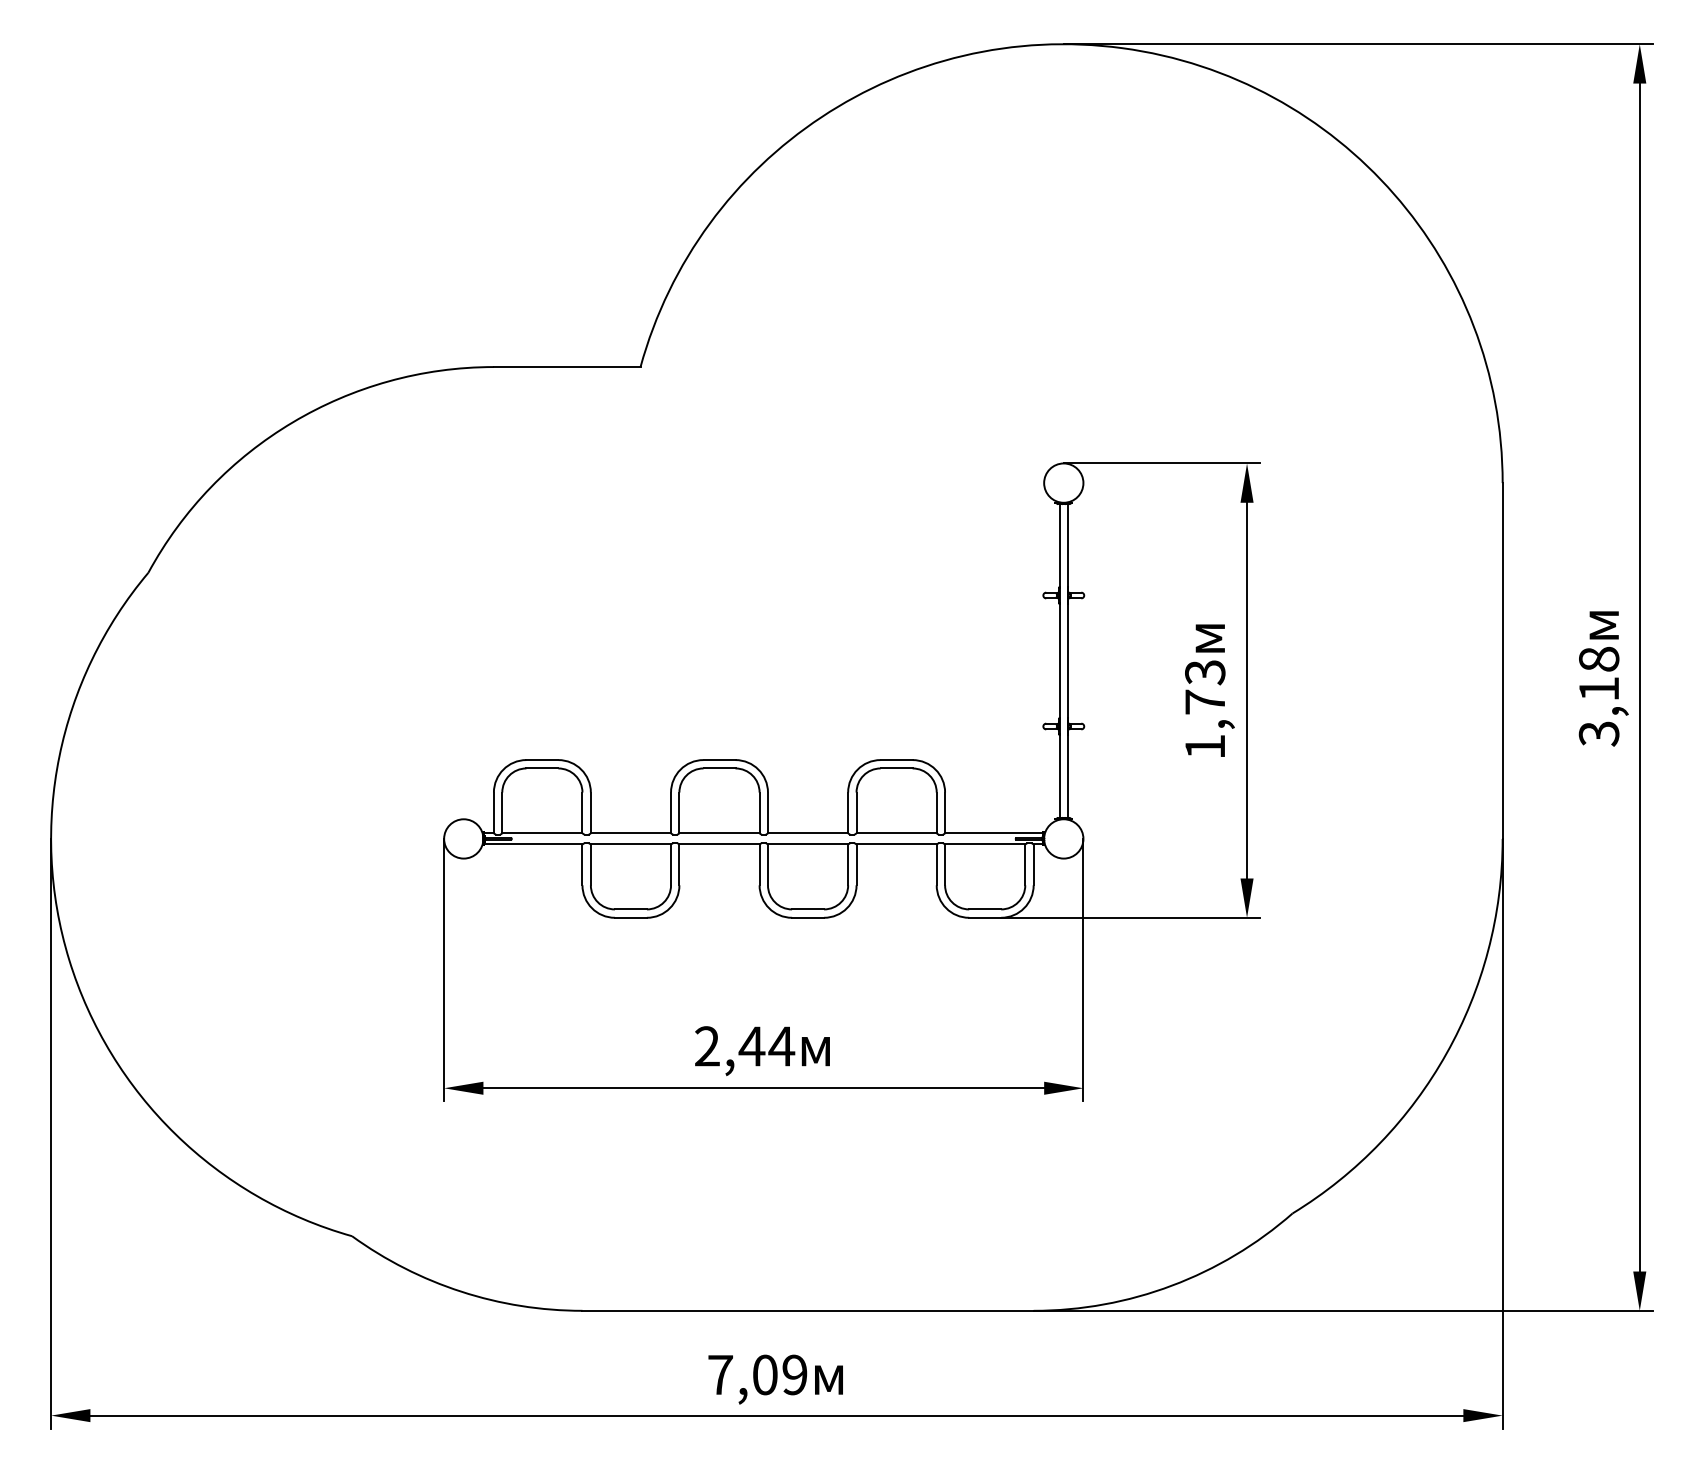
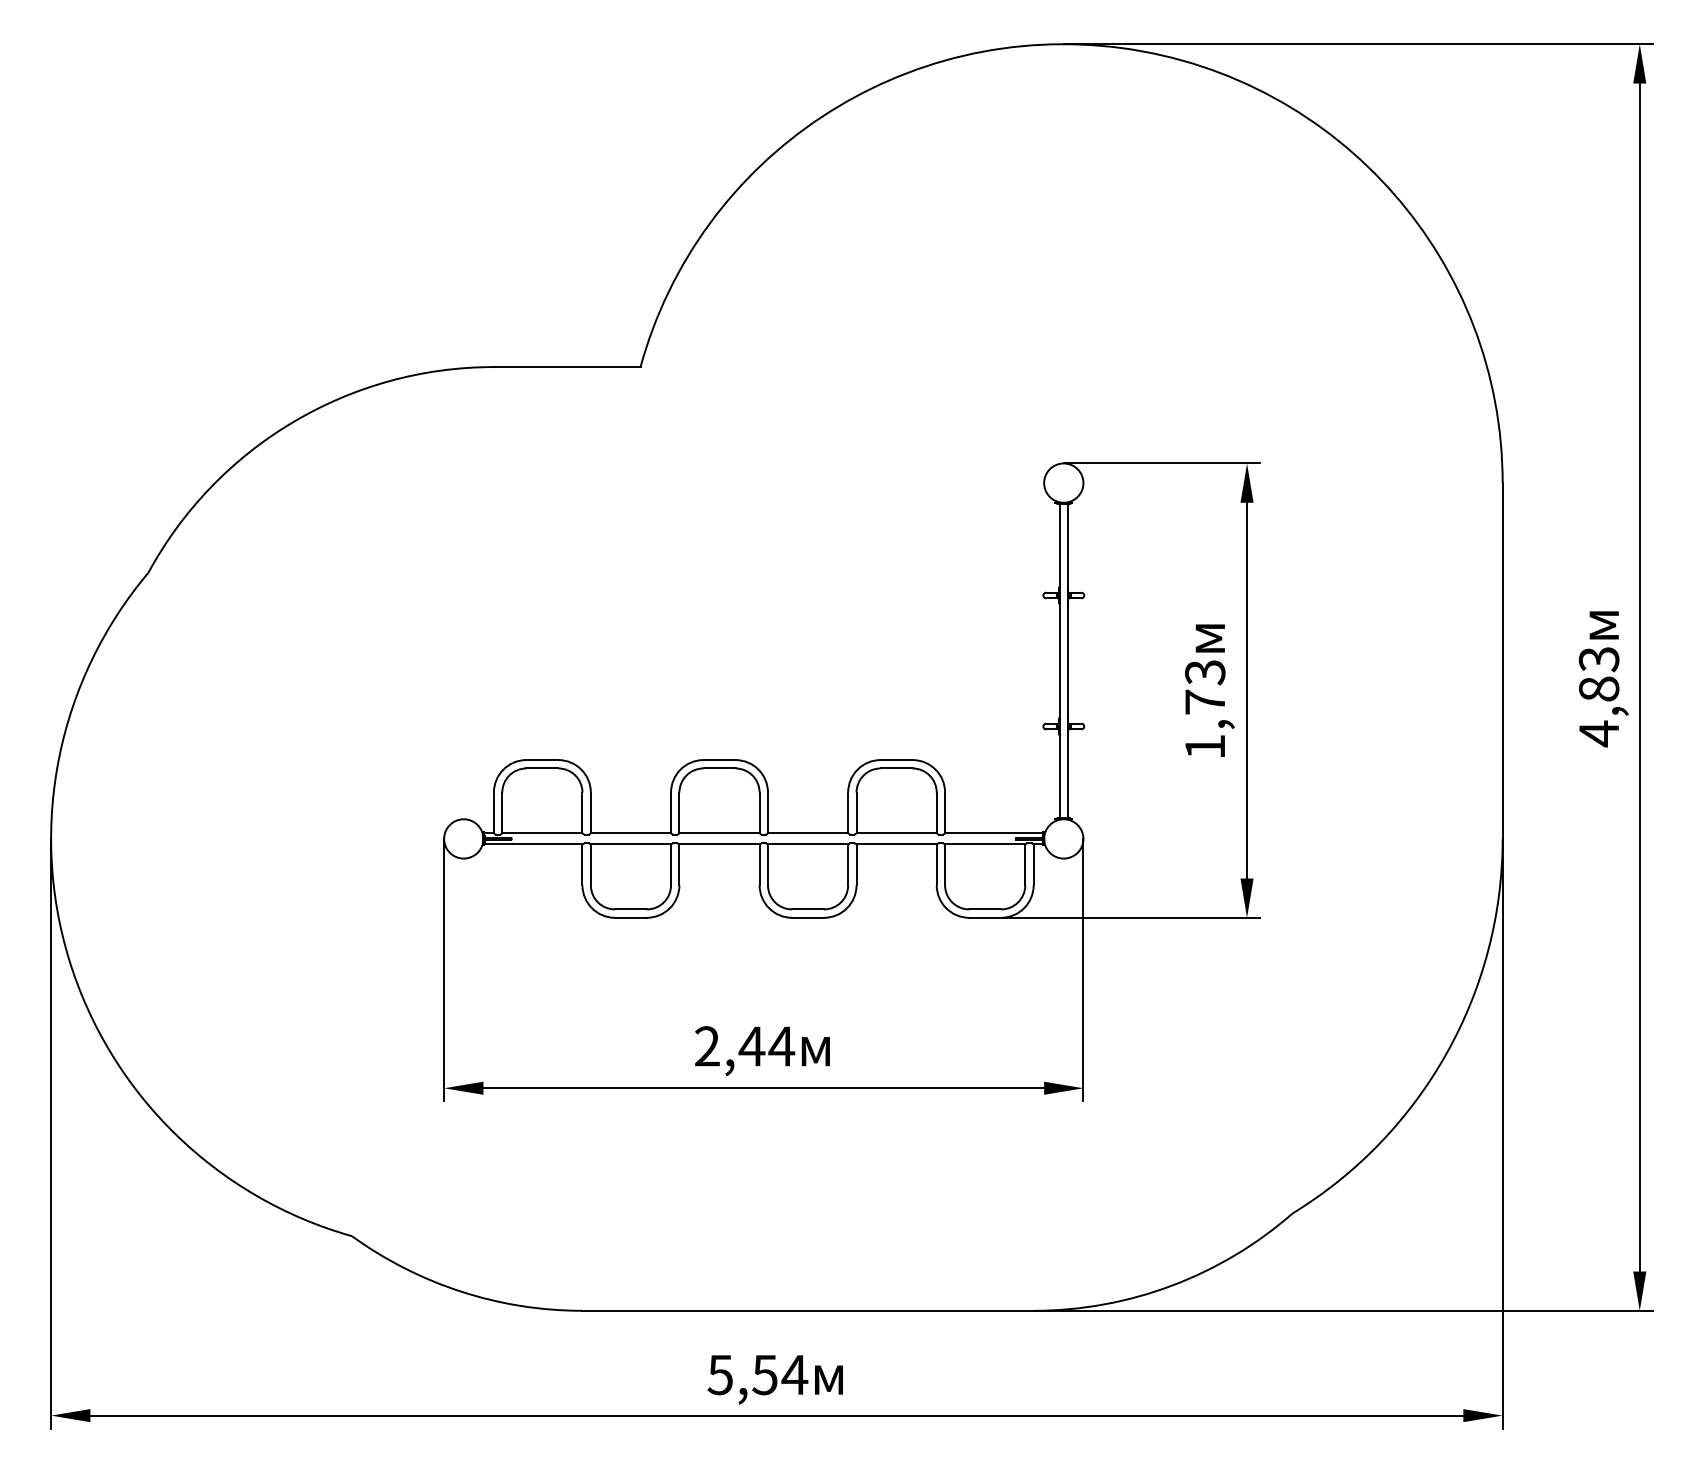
text at (1598, 696): 3,18 -> 4,83
text at (757, 1374): 7,09 -> 5,54
